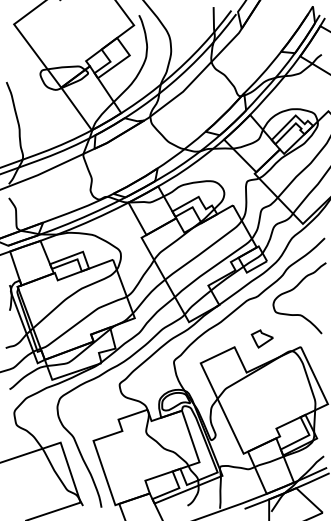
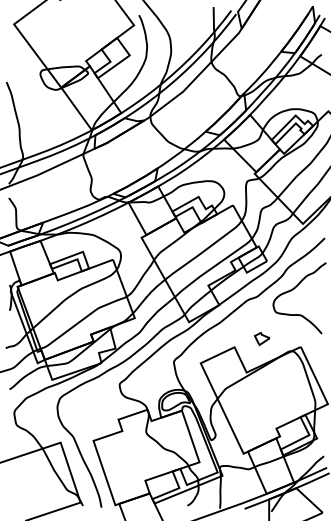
part at (261, 338) size: 24x20 px -> 18x15 px
